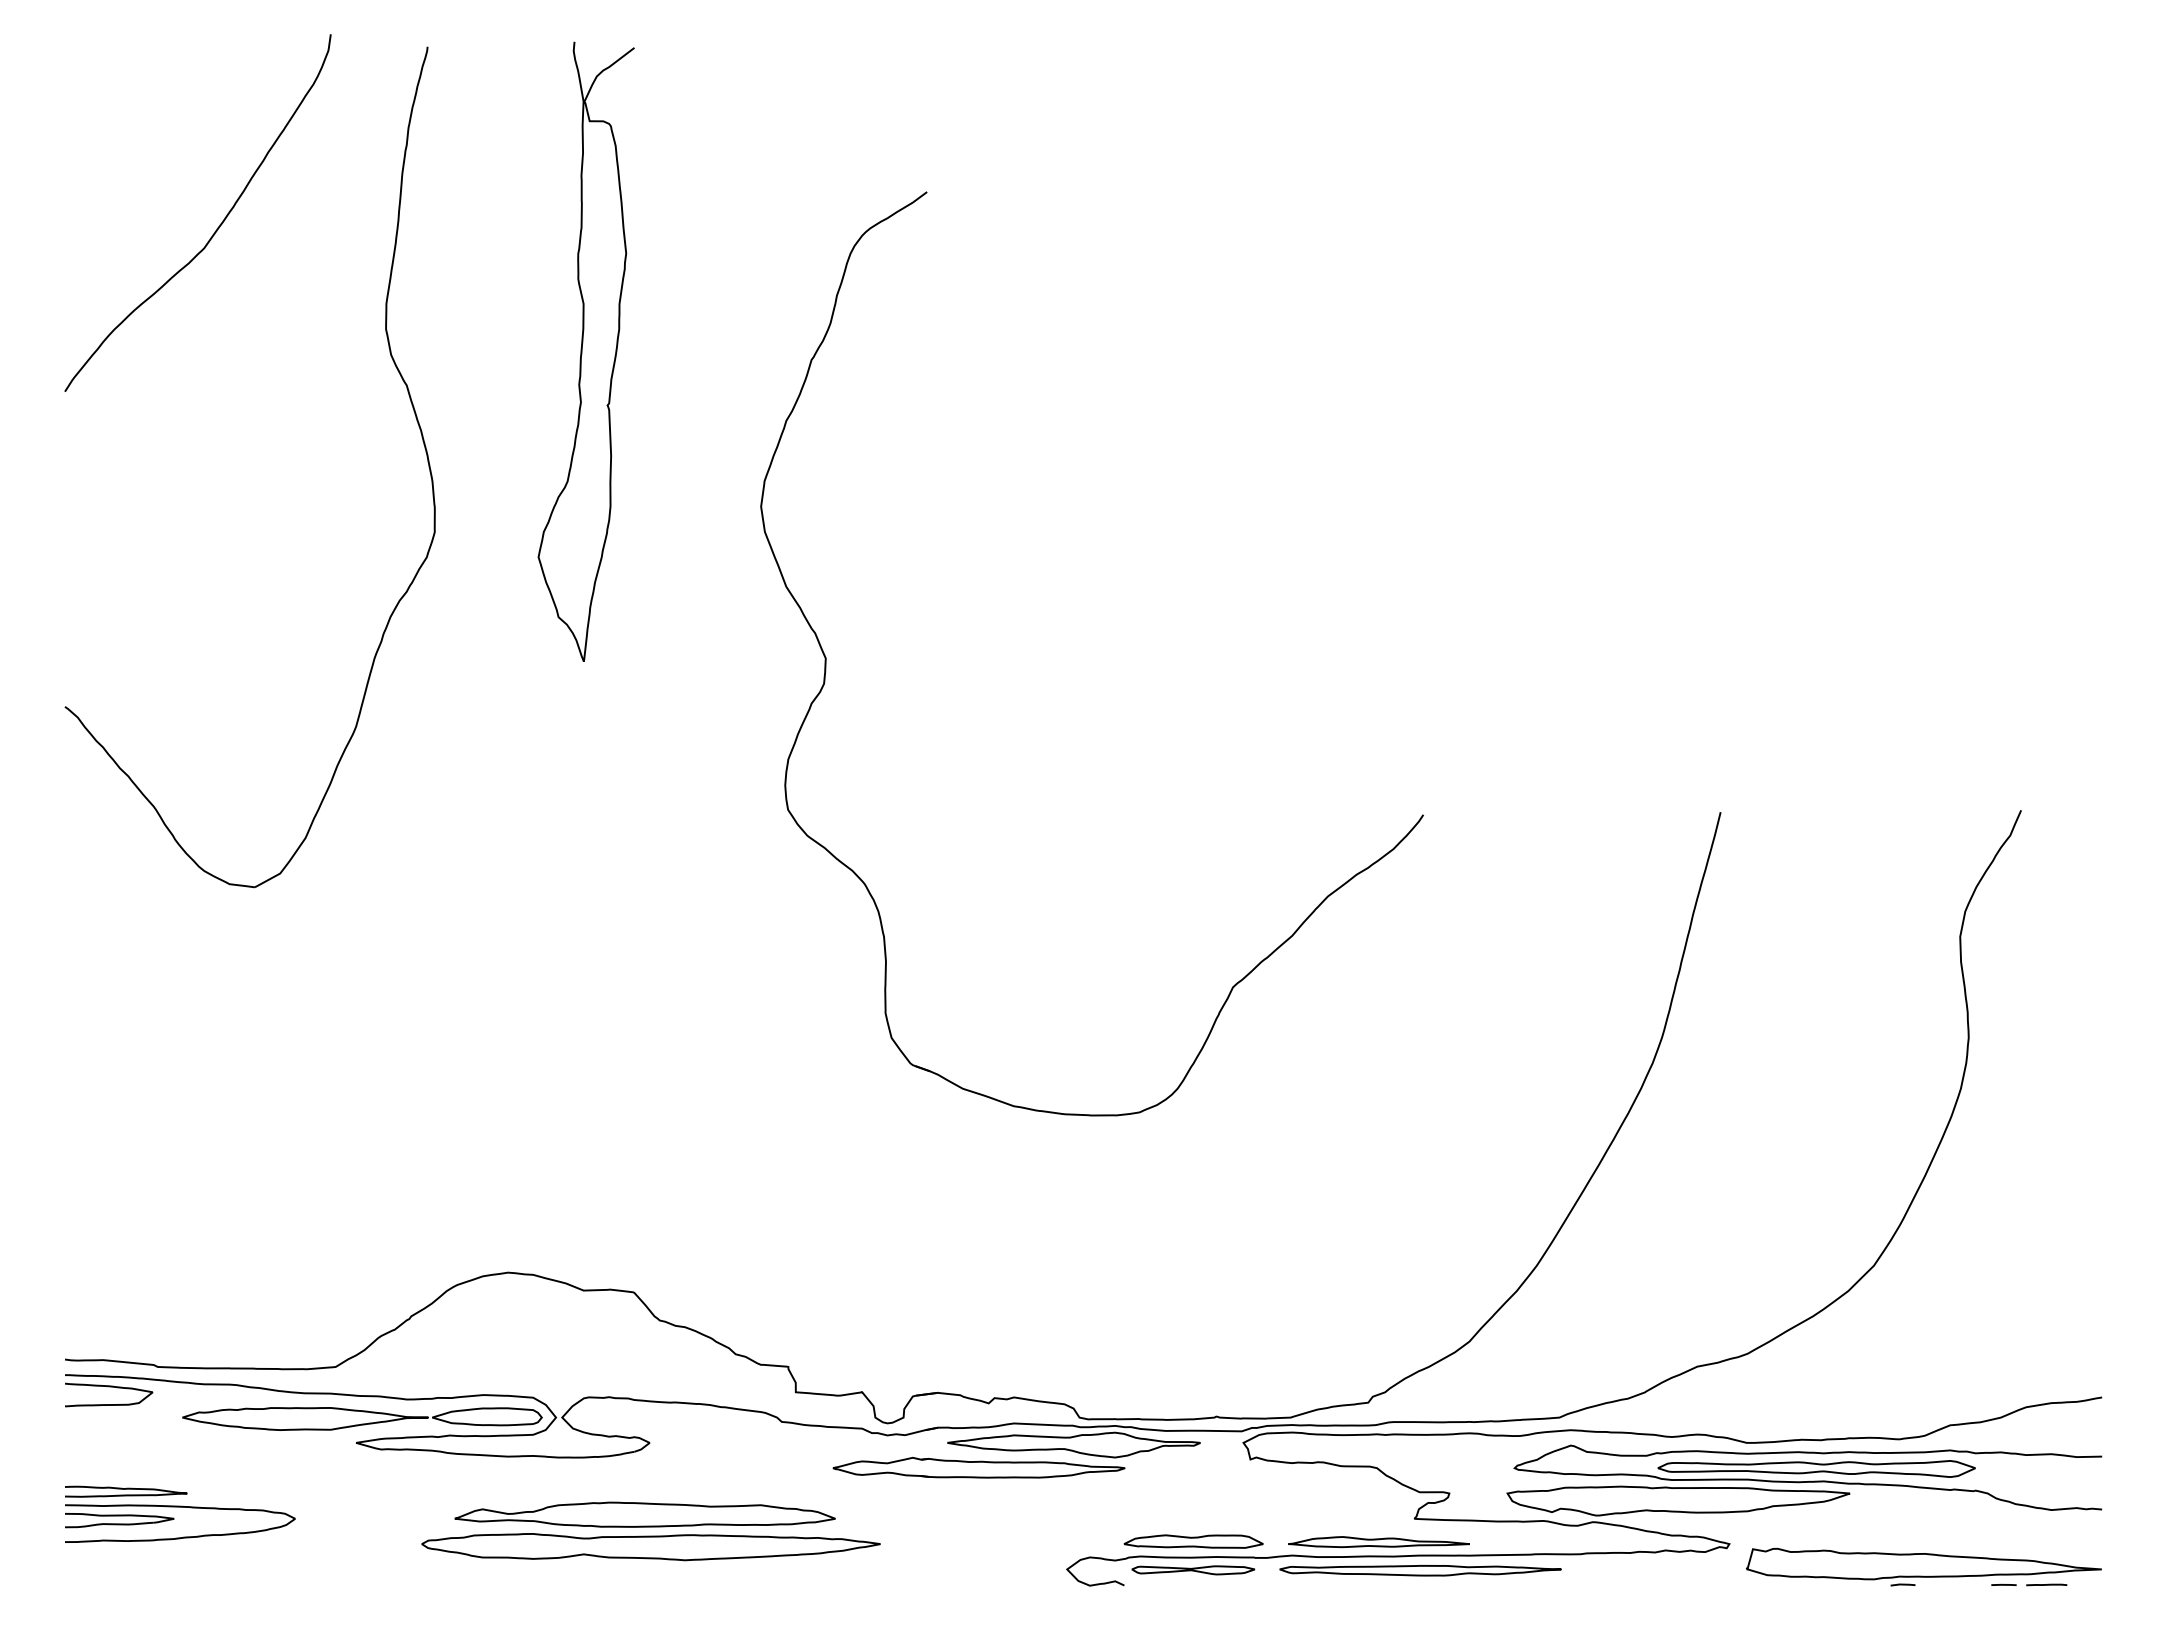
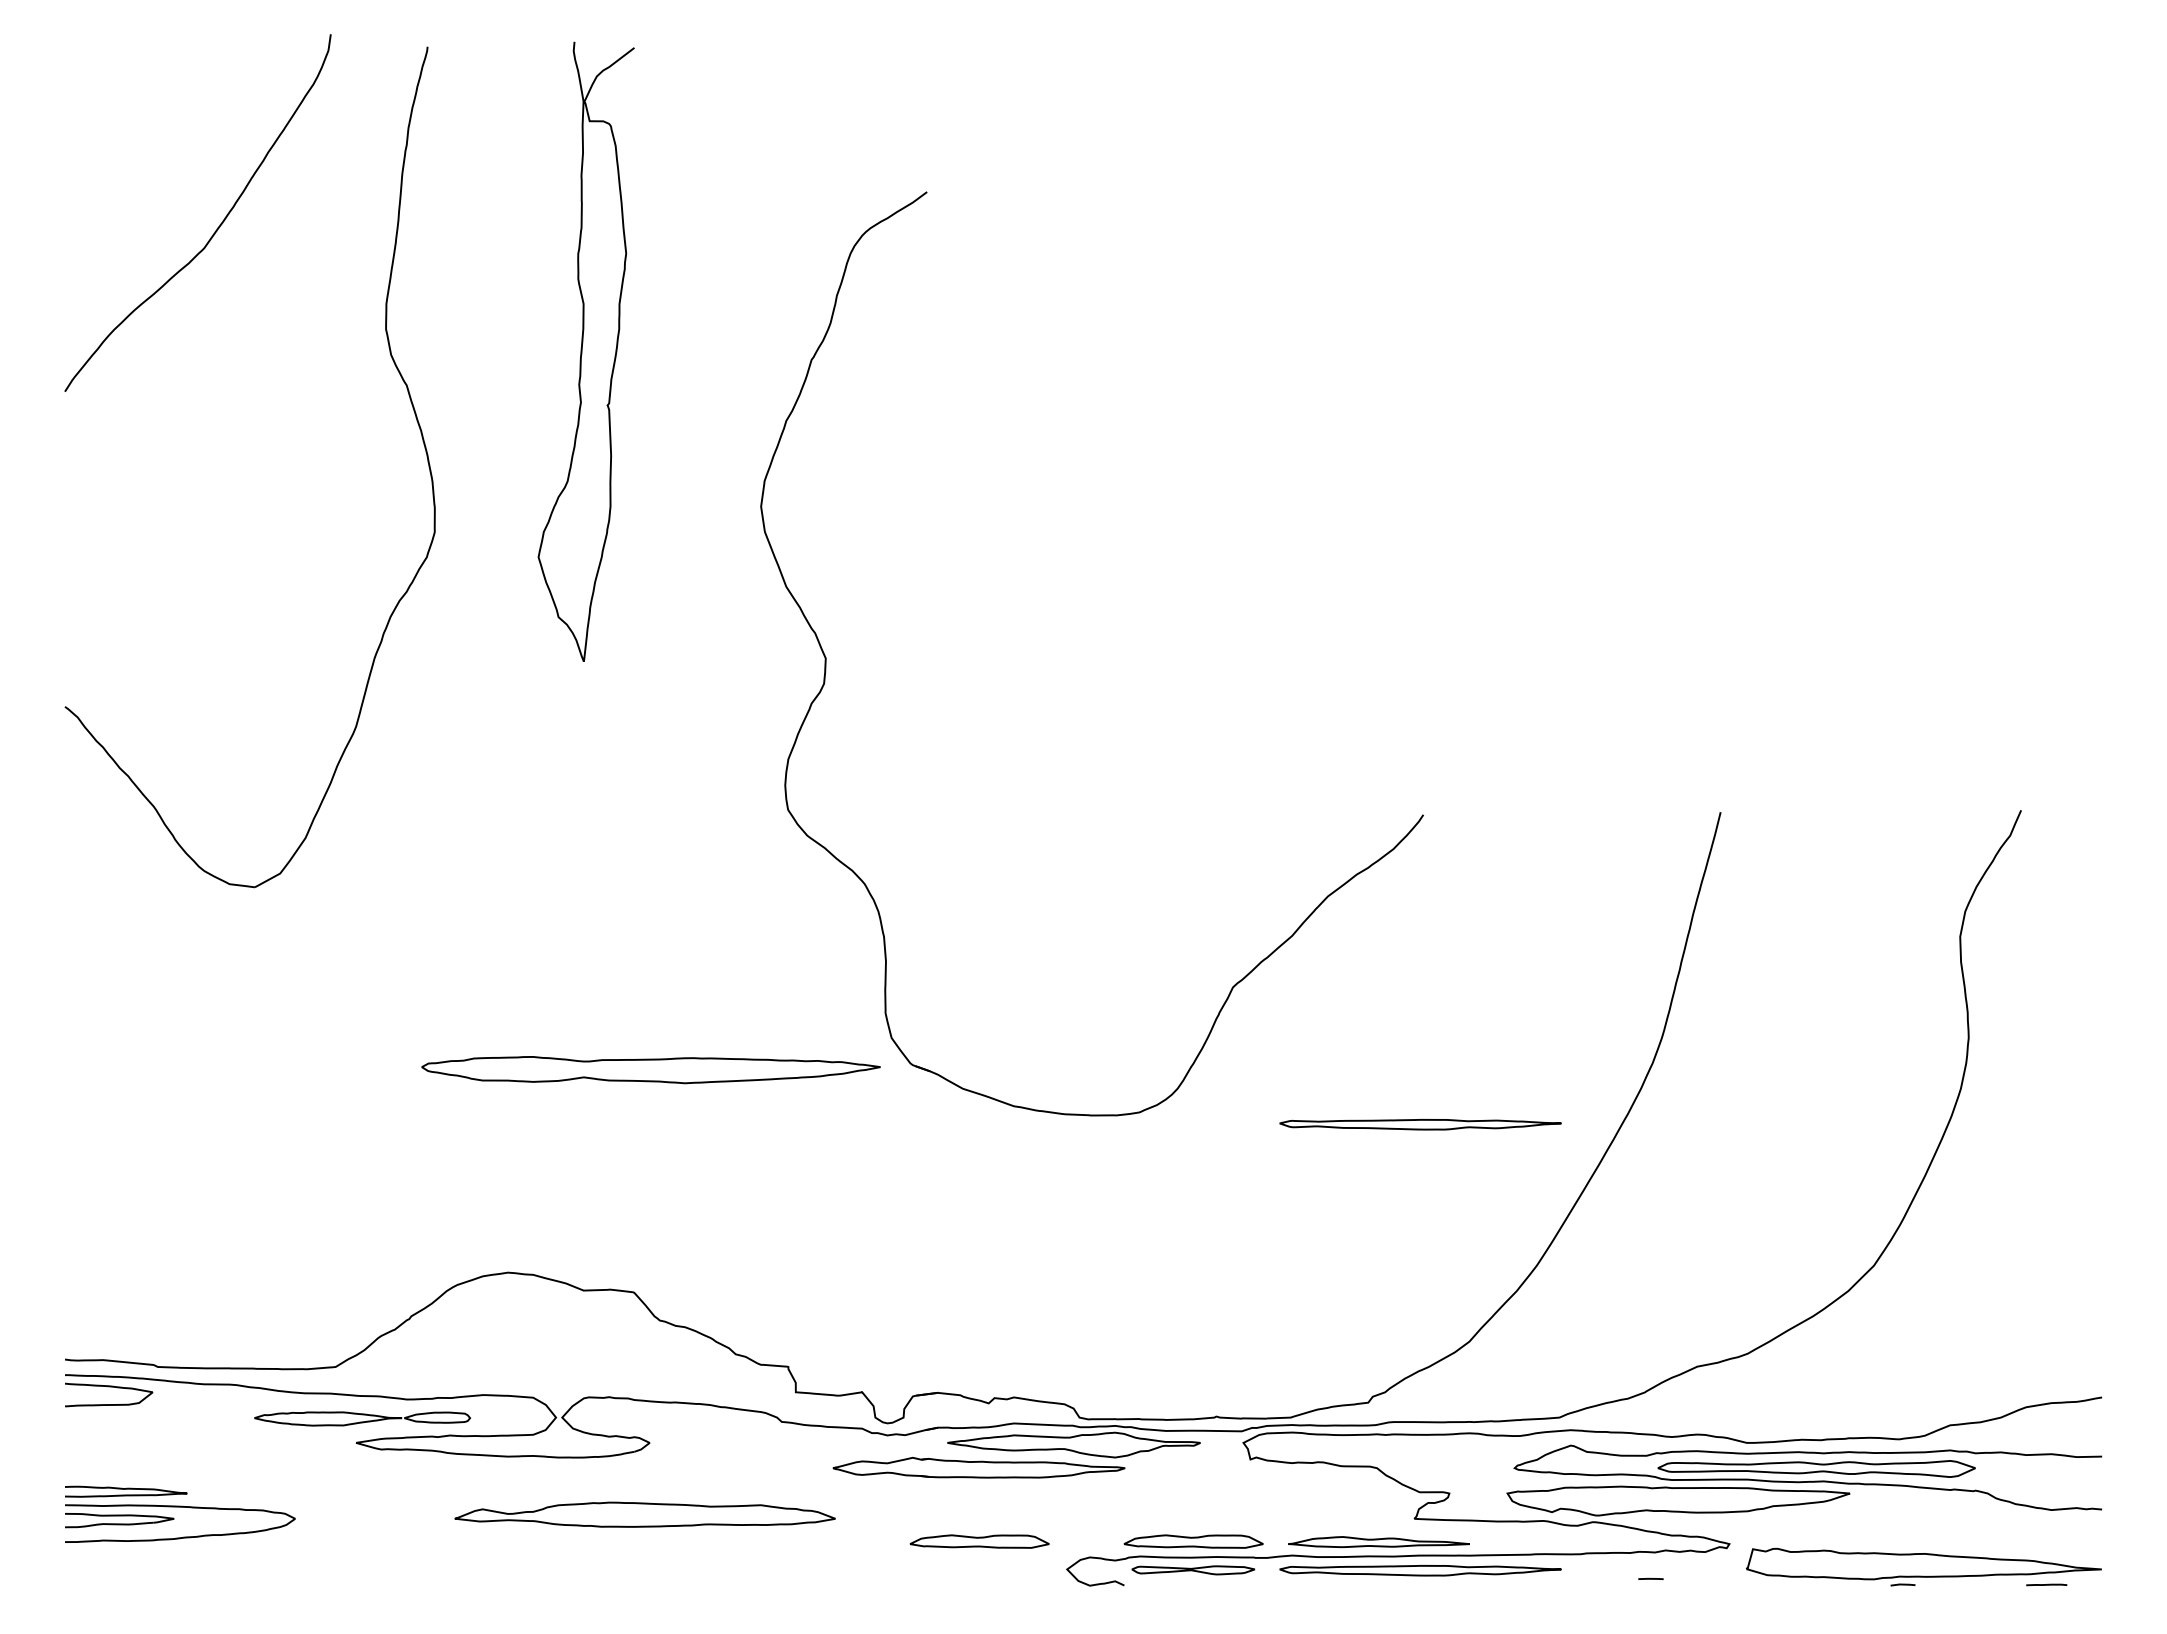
part at (1420, 1124): none -> present
part at (362, 1418) size: 361x24 px -> 218x16 px
part at (979, 1541): none -> present
part at (650, 1547) position: (650, 1547) -> (650, 1070)
line at (2003, 1584) position: (2003, 1584) -> (1650, 1578)
